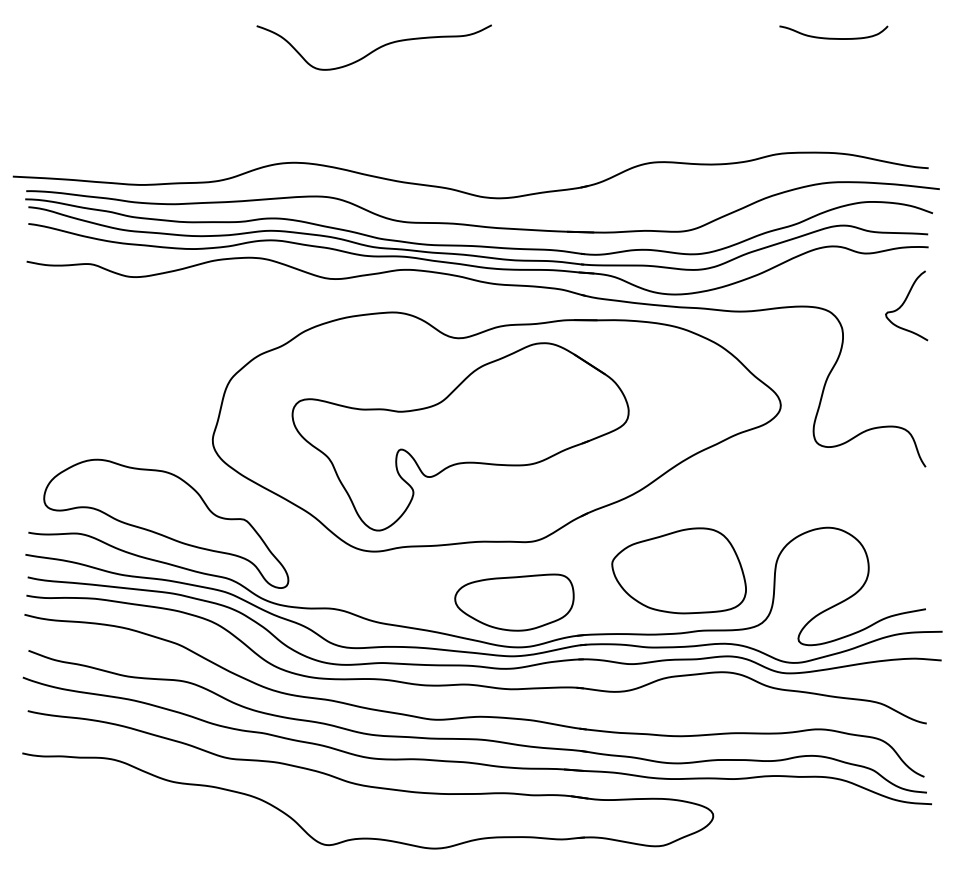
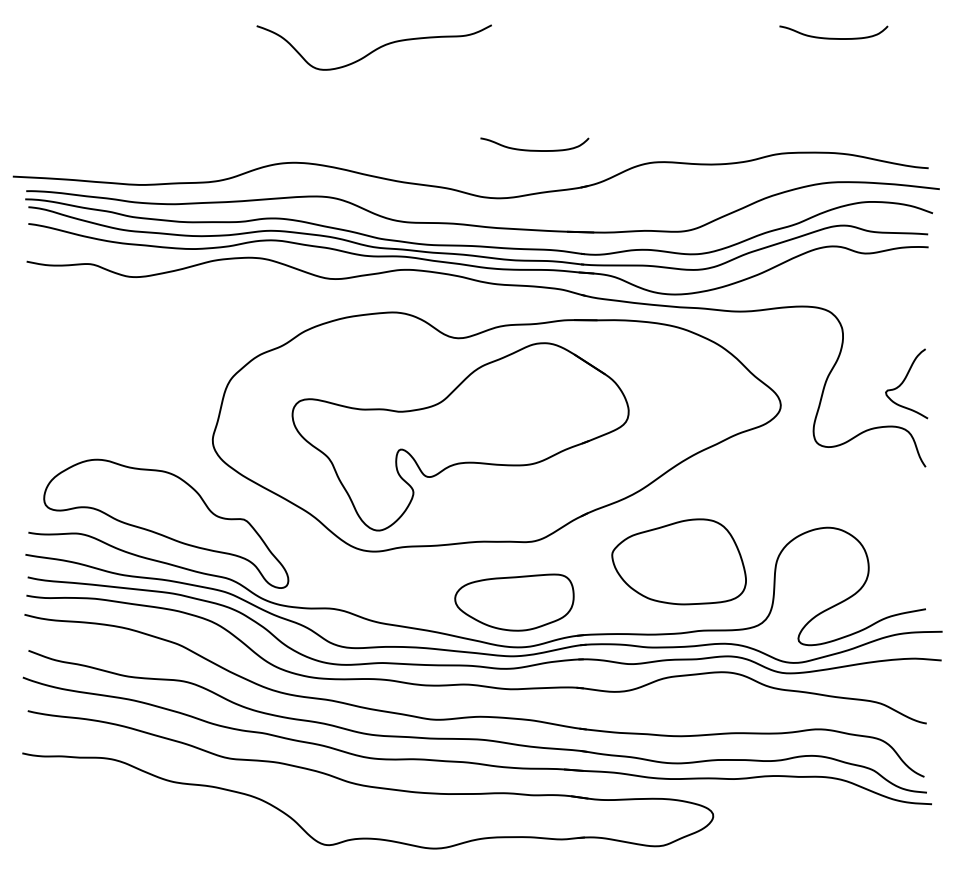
curve at (534, 149): none -> present
curve at (904, 303) position: (904, 303) -> (904, 381)
part at (678, 570) position: (678, 570) -> (678, 561)
